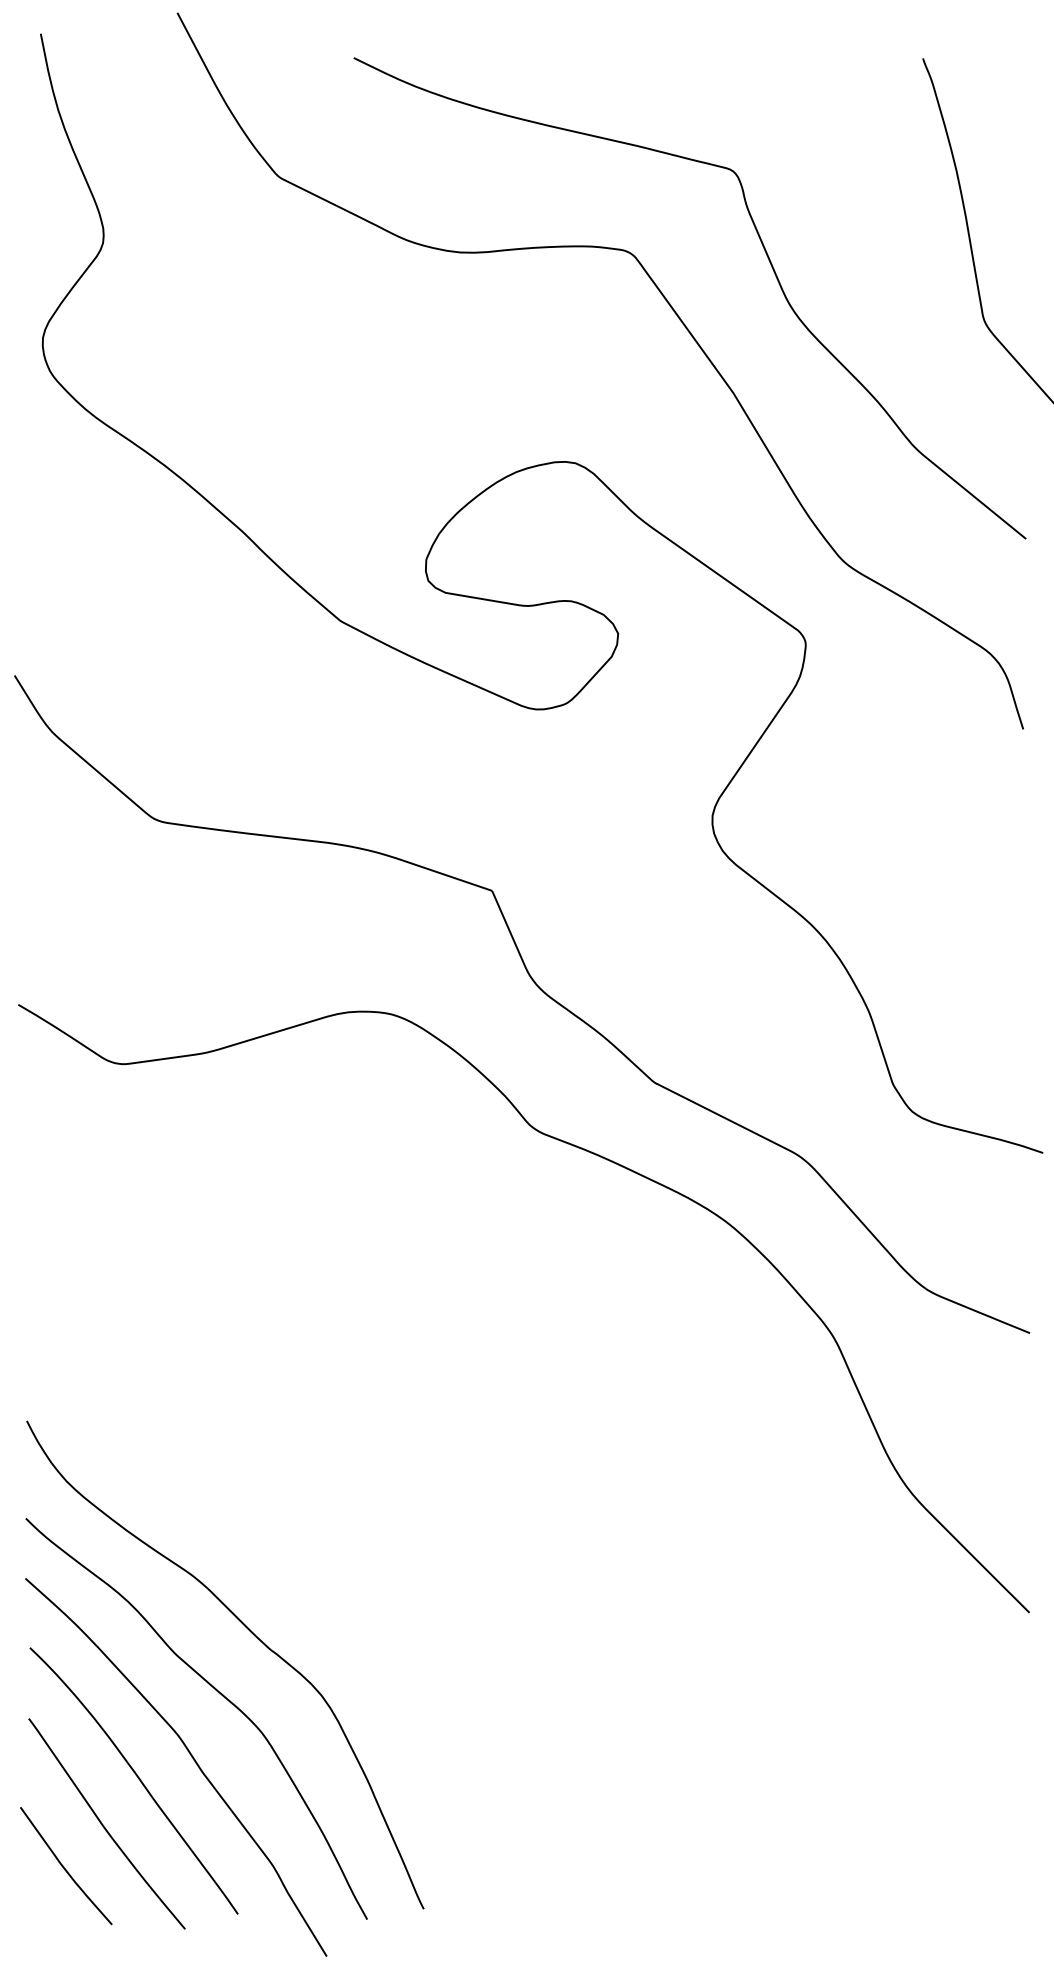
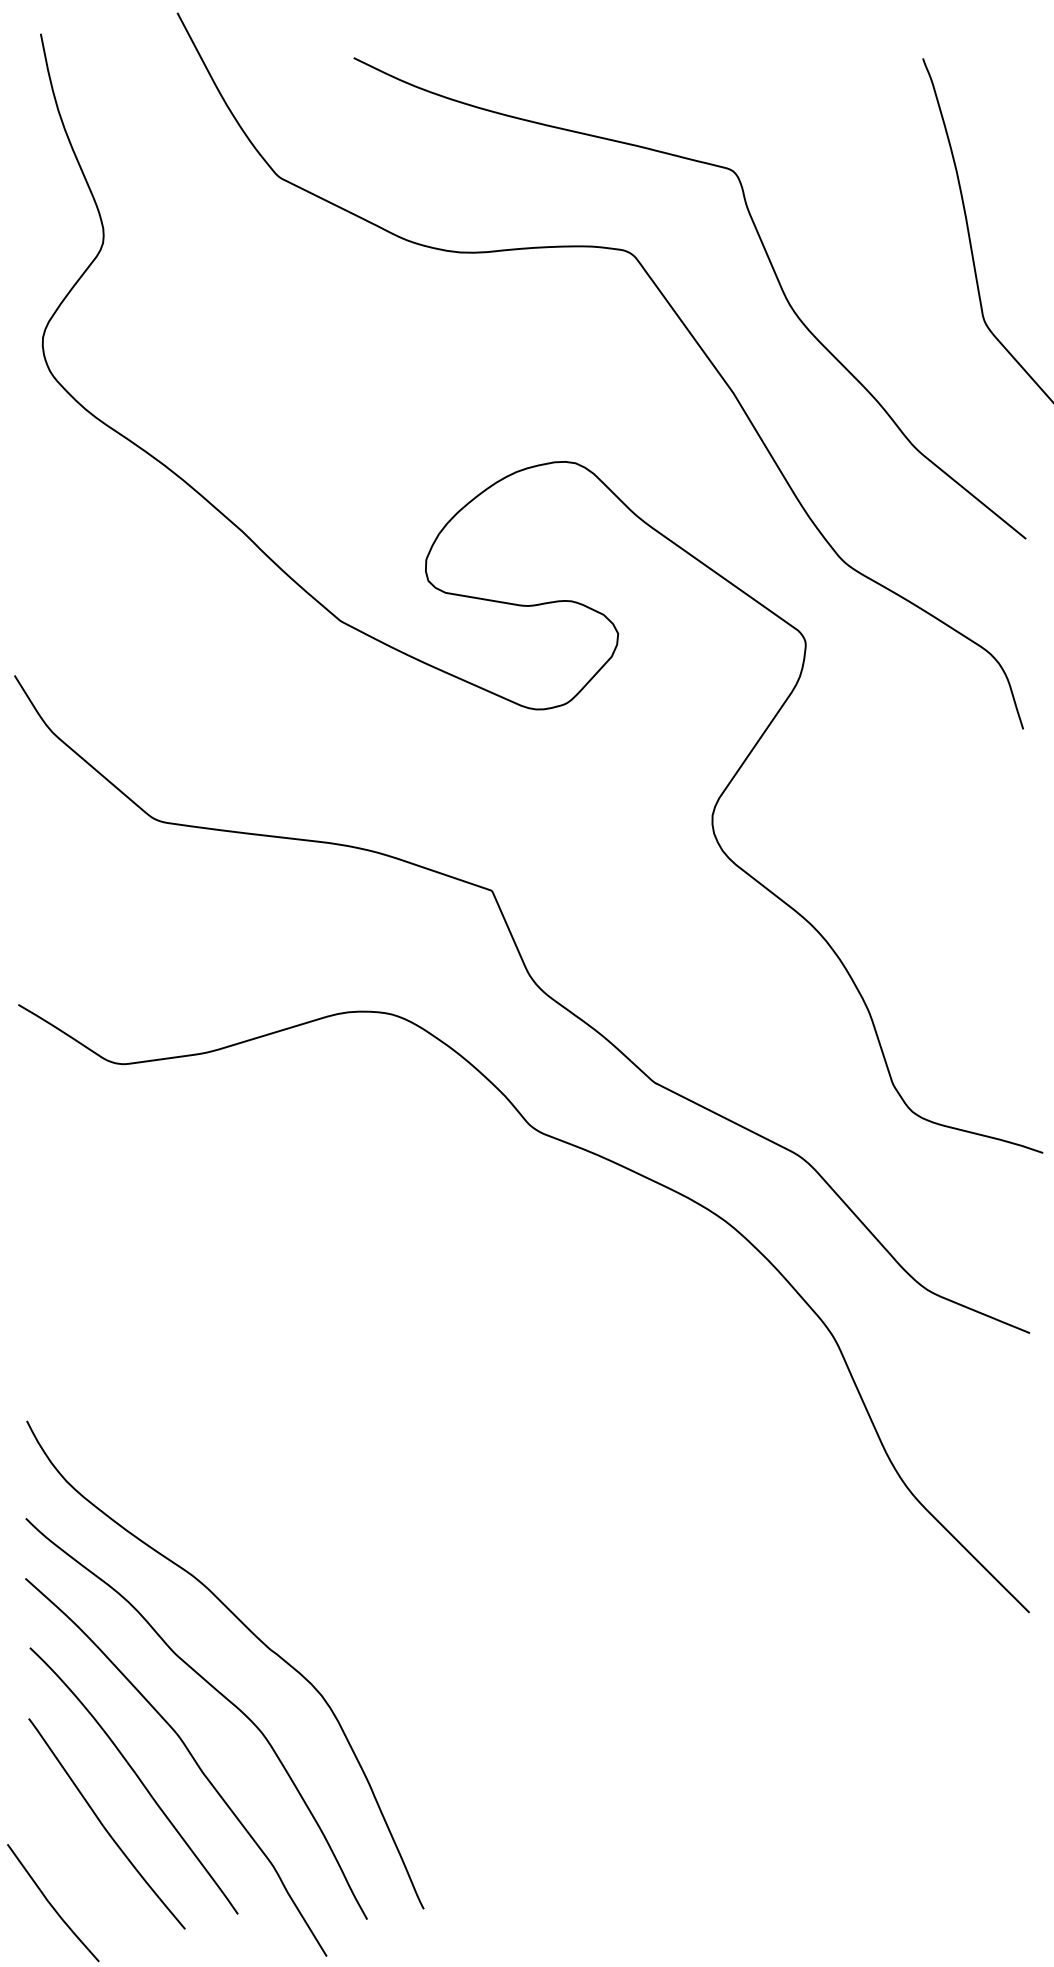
curve at (64, 1866) position: (64, 1866) -> (51, 1903)
